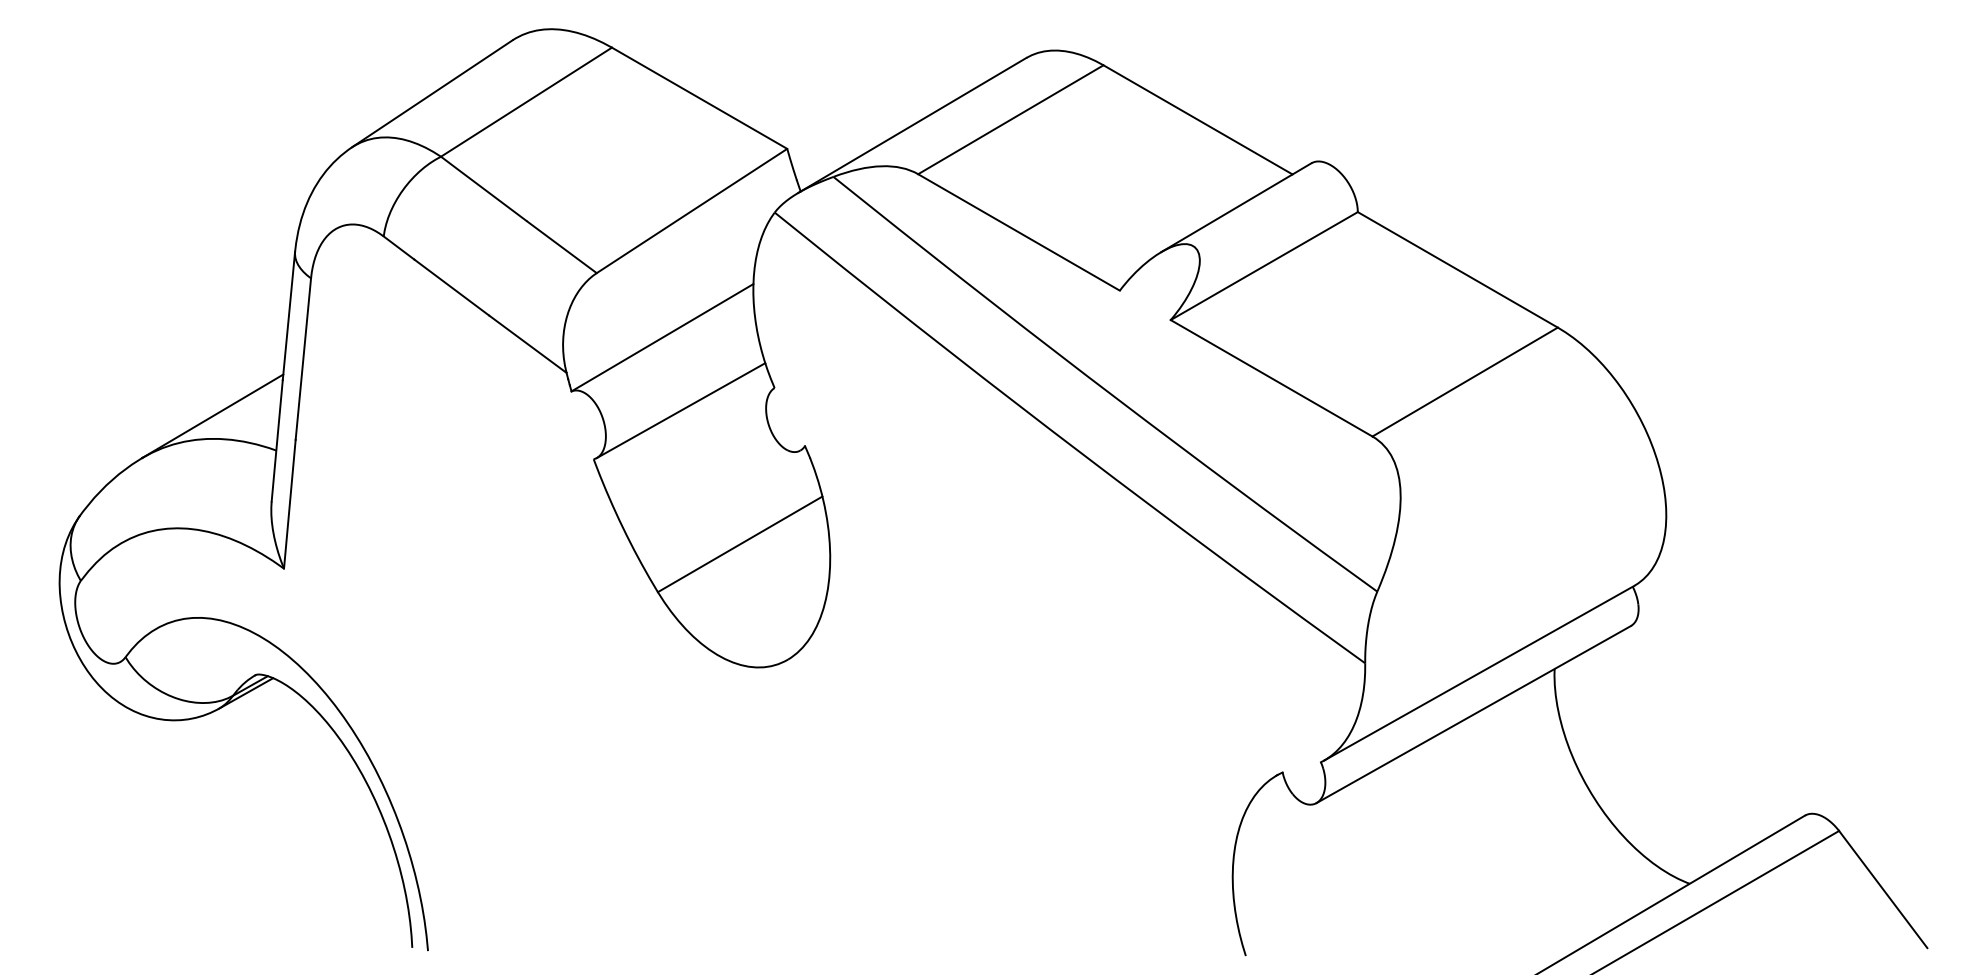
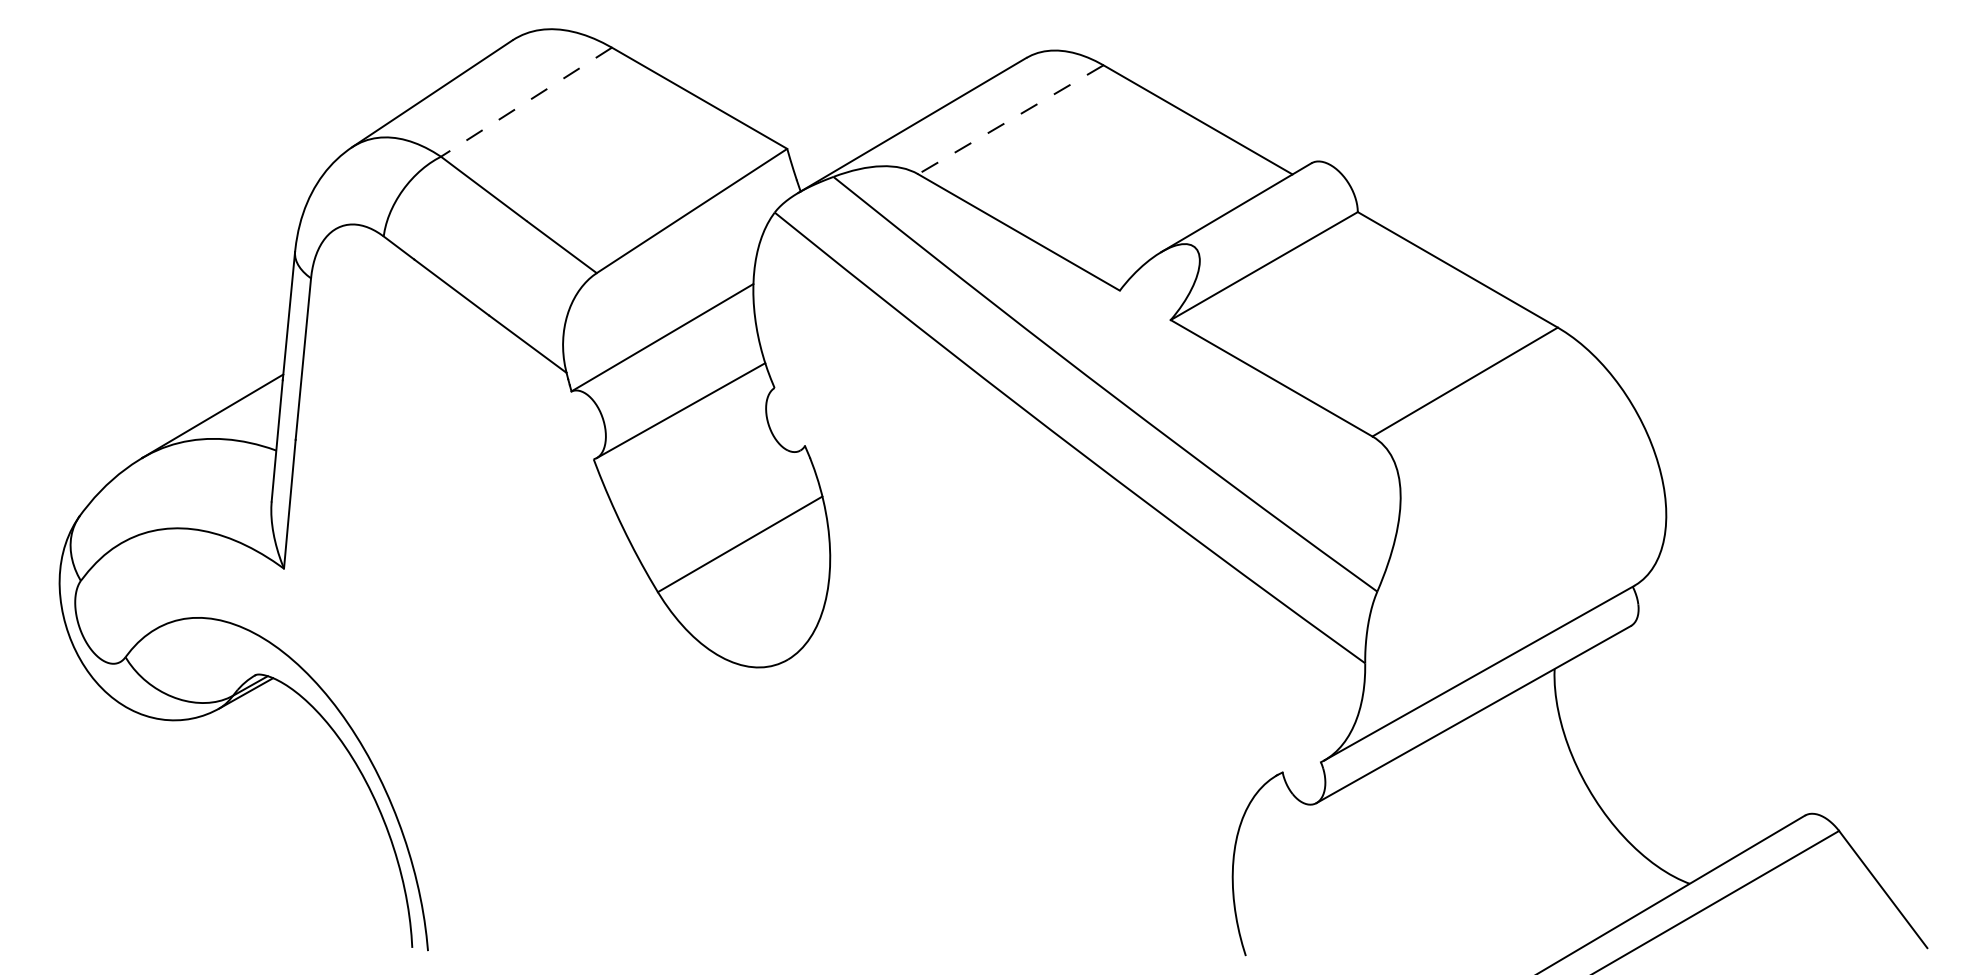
line at (526, 102): solid -> dashed
line at (1010, 119): solid -> dashed
